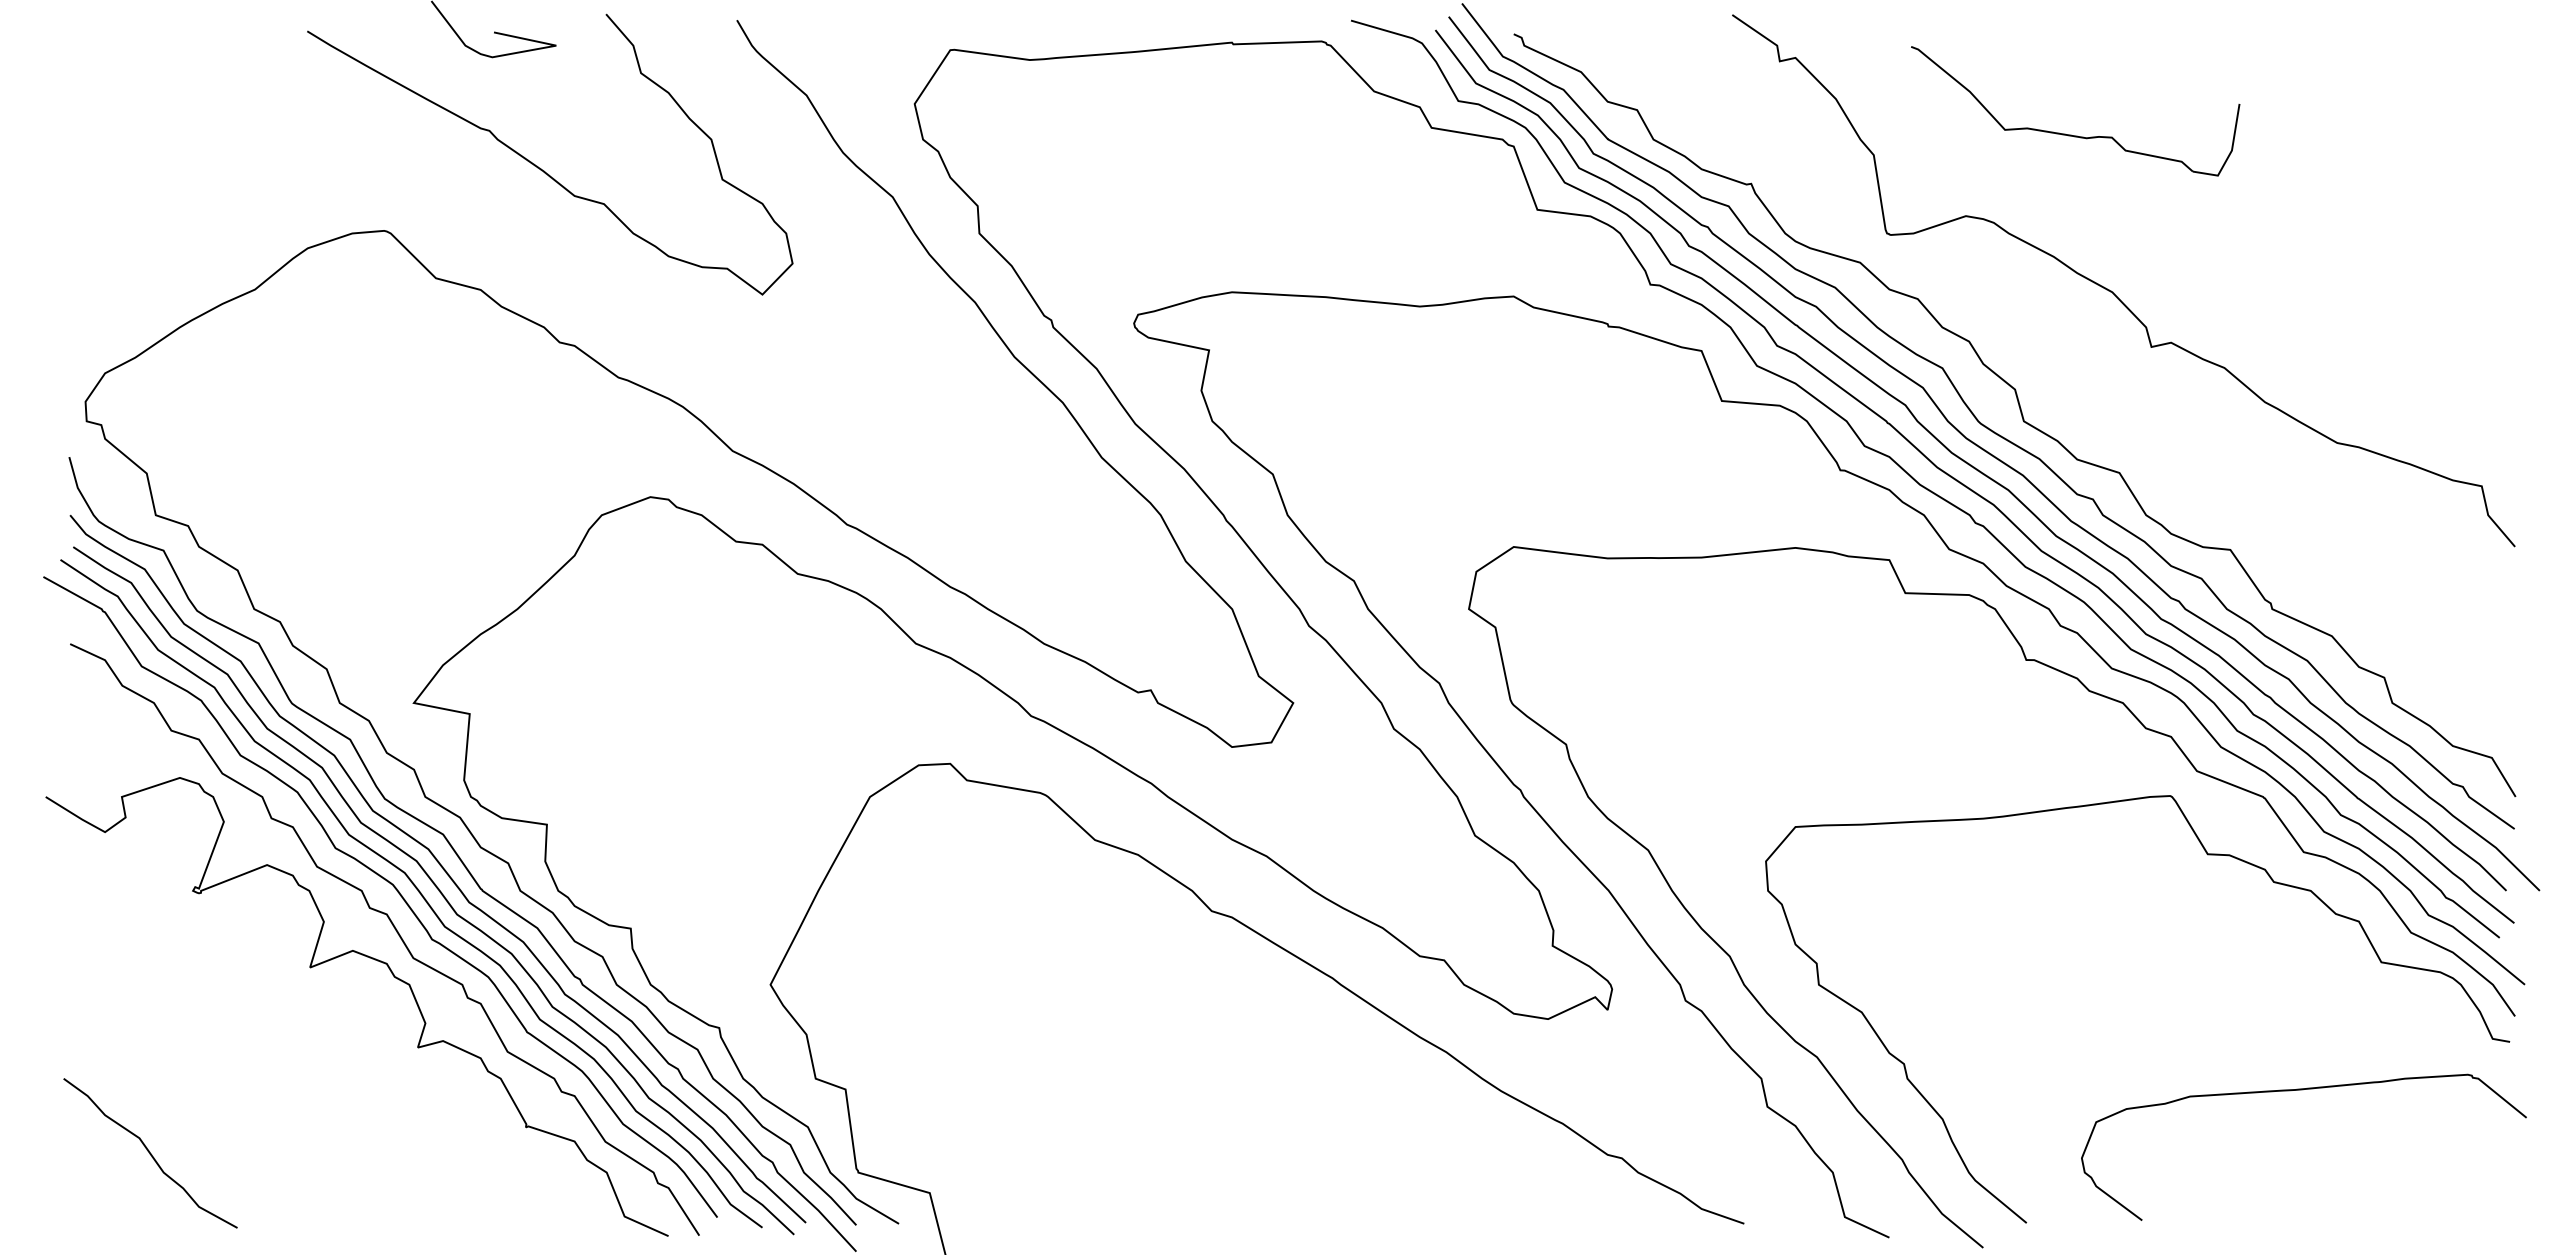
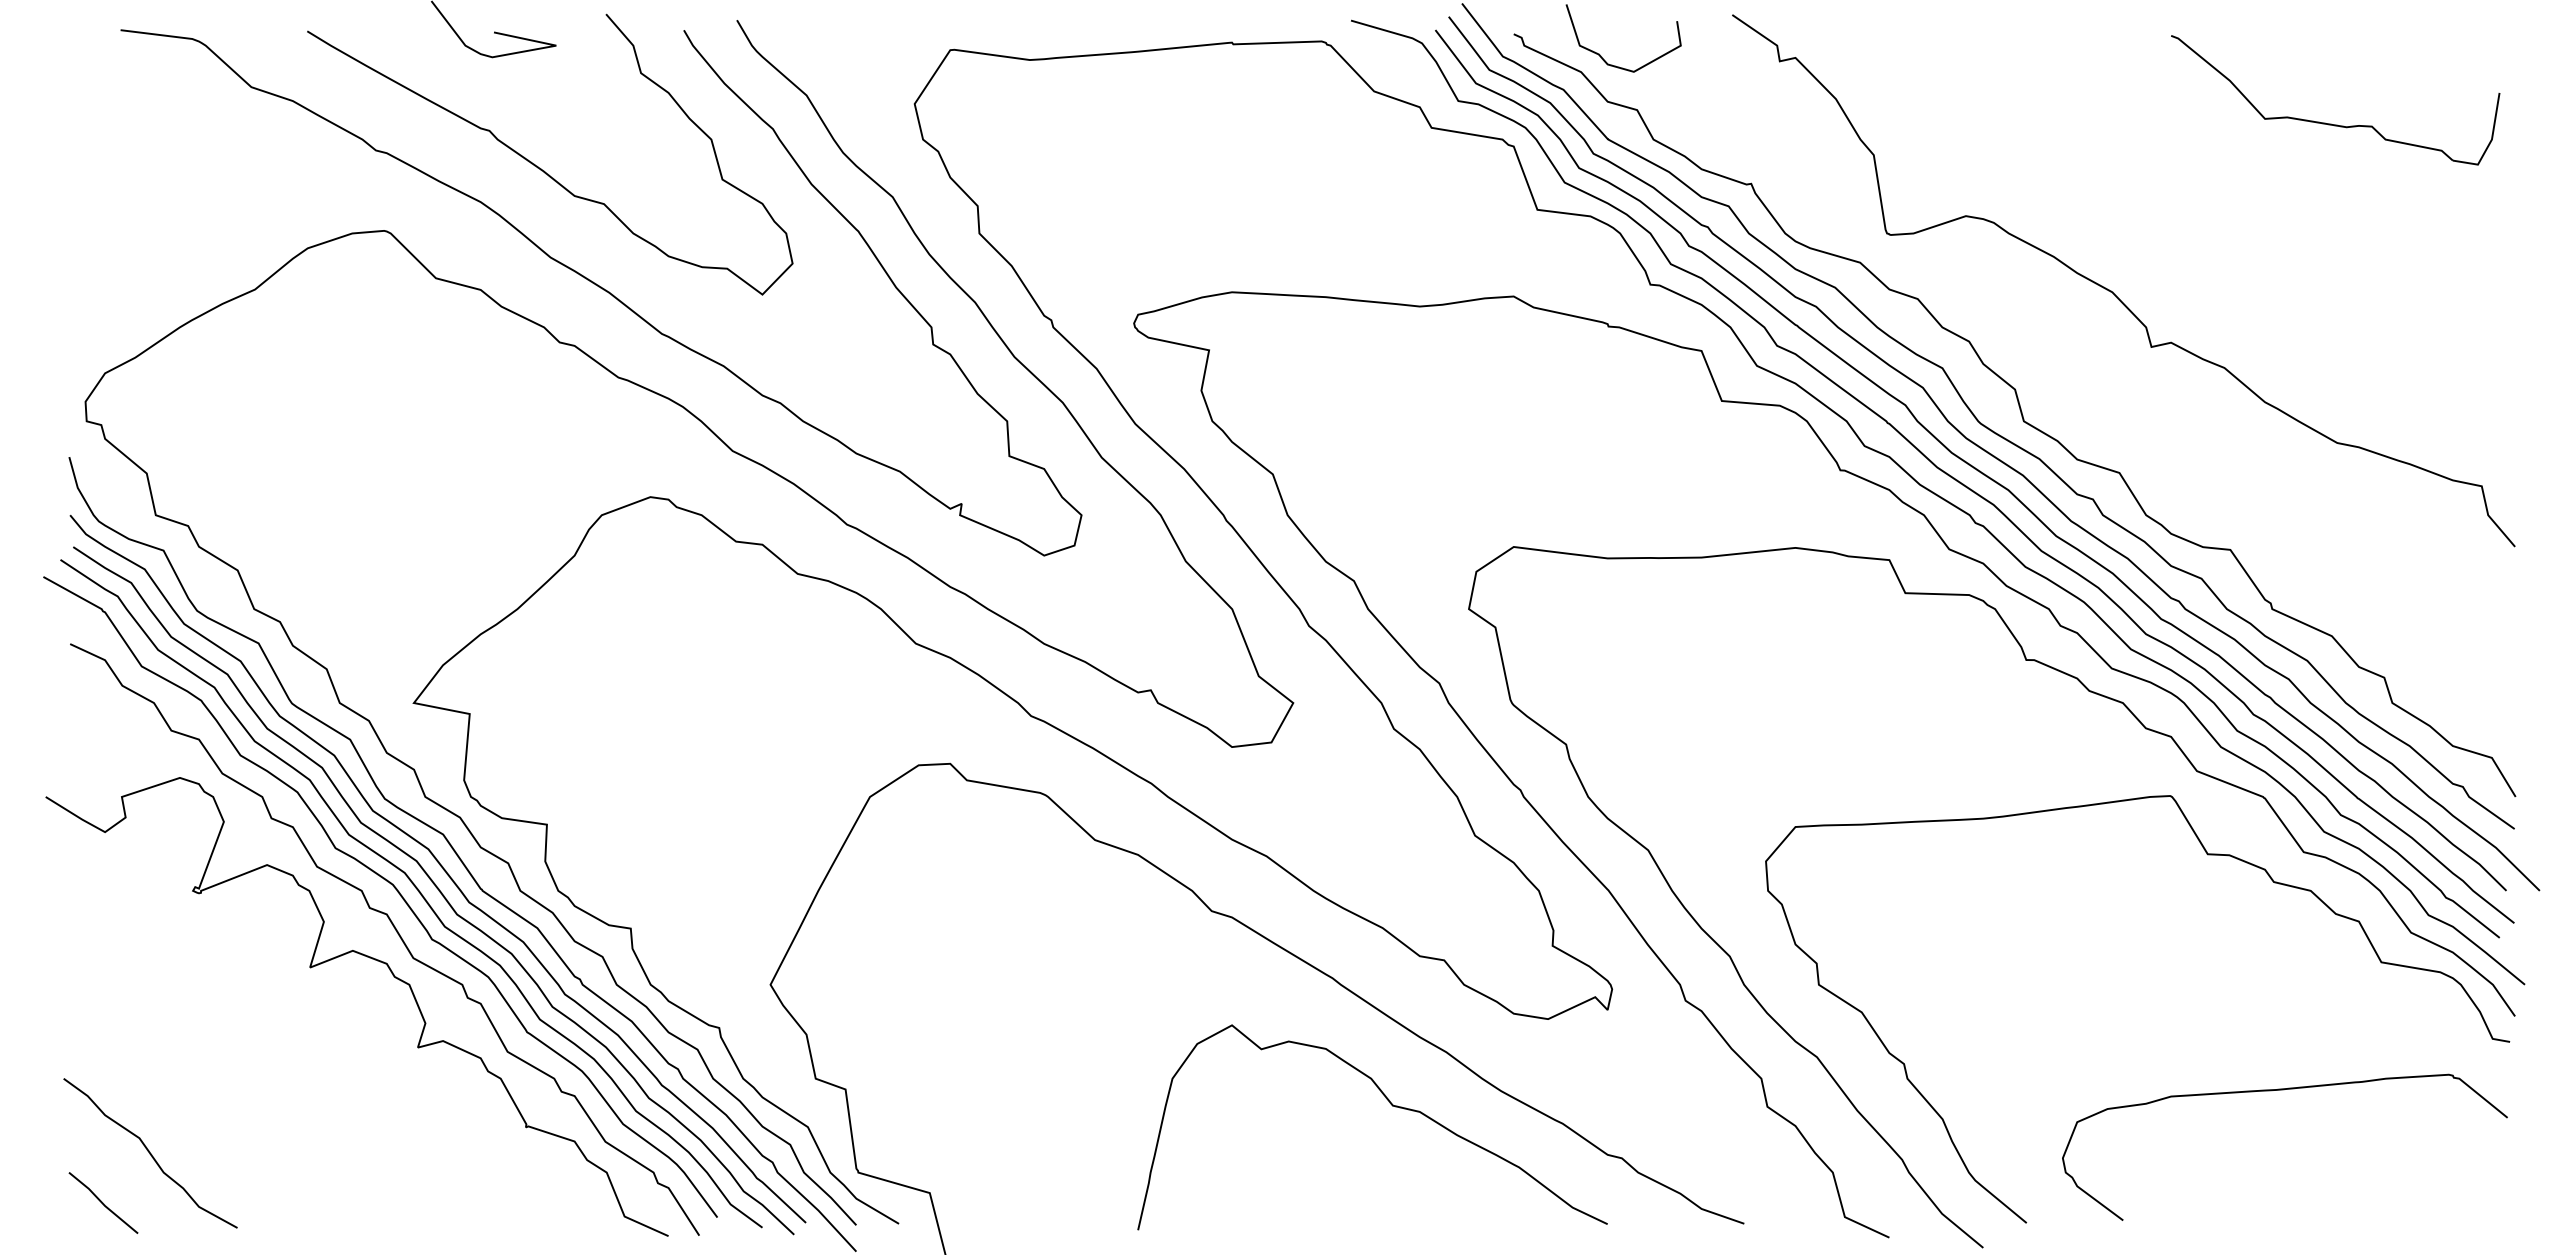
curve at (1601, 55): none -> present
part at (2071, 134) position: (2071, 134) -> (2331, 123)
curve at (603, 290): none -> present
curve at (2303, 1090) position: (2303, 1090) -> (2284, 1090)
curve at (1392, 1106): none -> present
line at (103, 1202): none -> present
